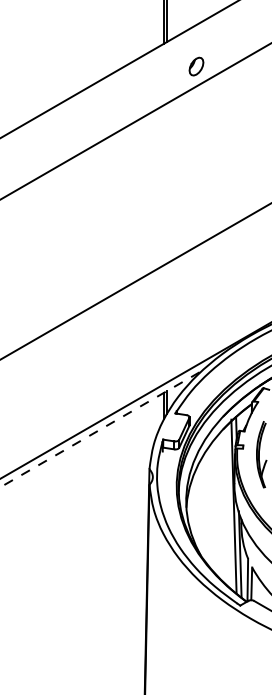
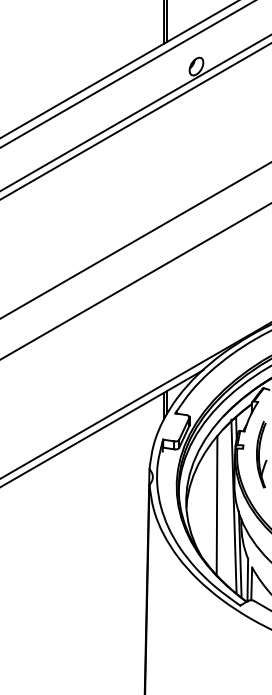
line at (127, 74): none -> present
line at (135, 113): none -> present
line at (135, 240): none -> present
line at (102, 428): dashed -> solid
line at (216, 505): none -> present
